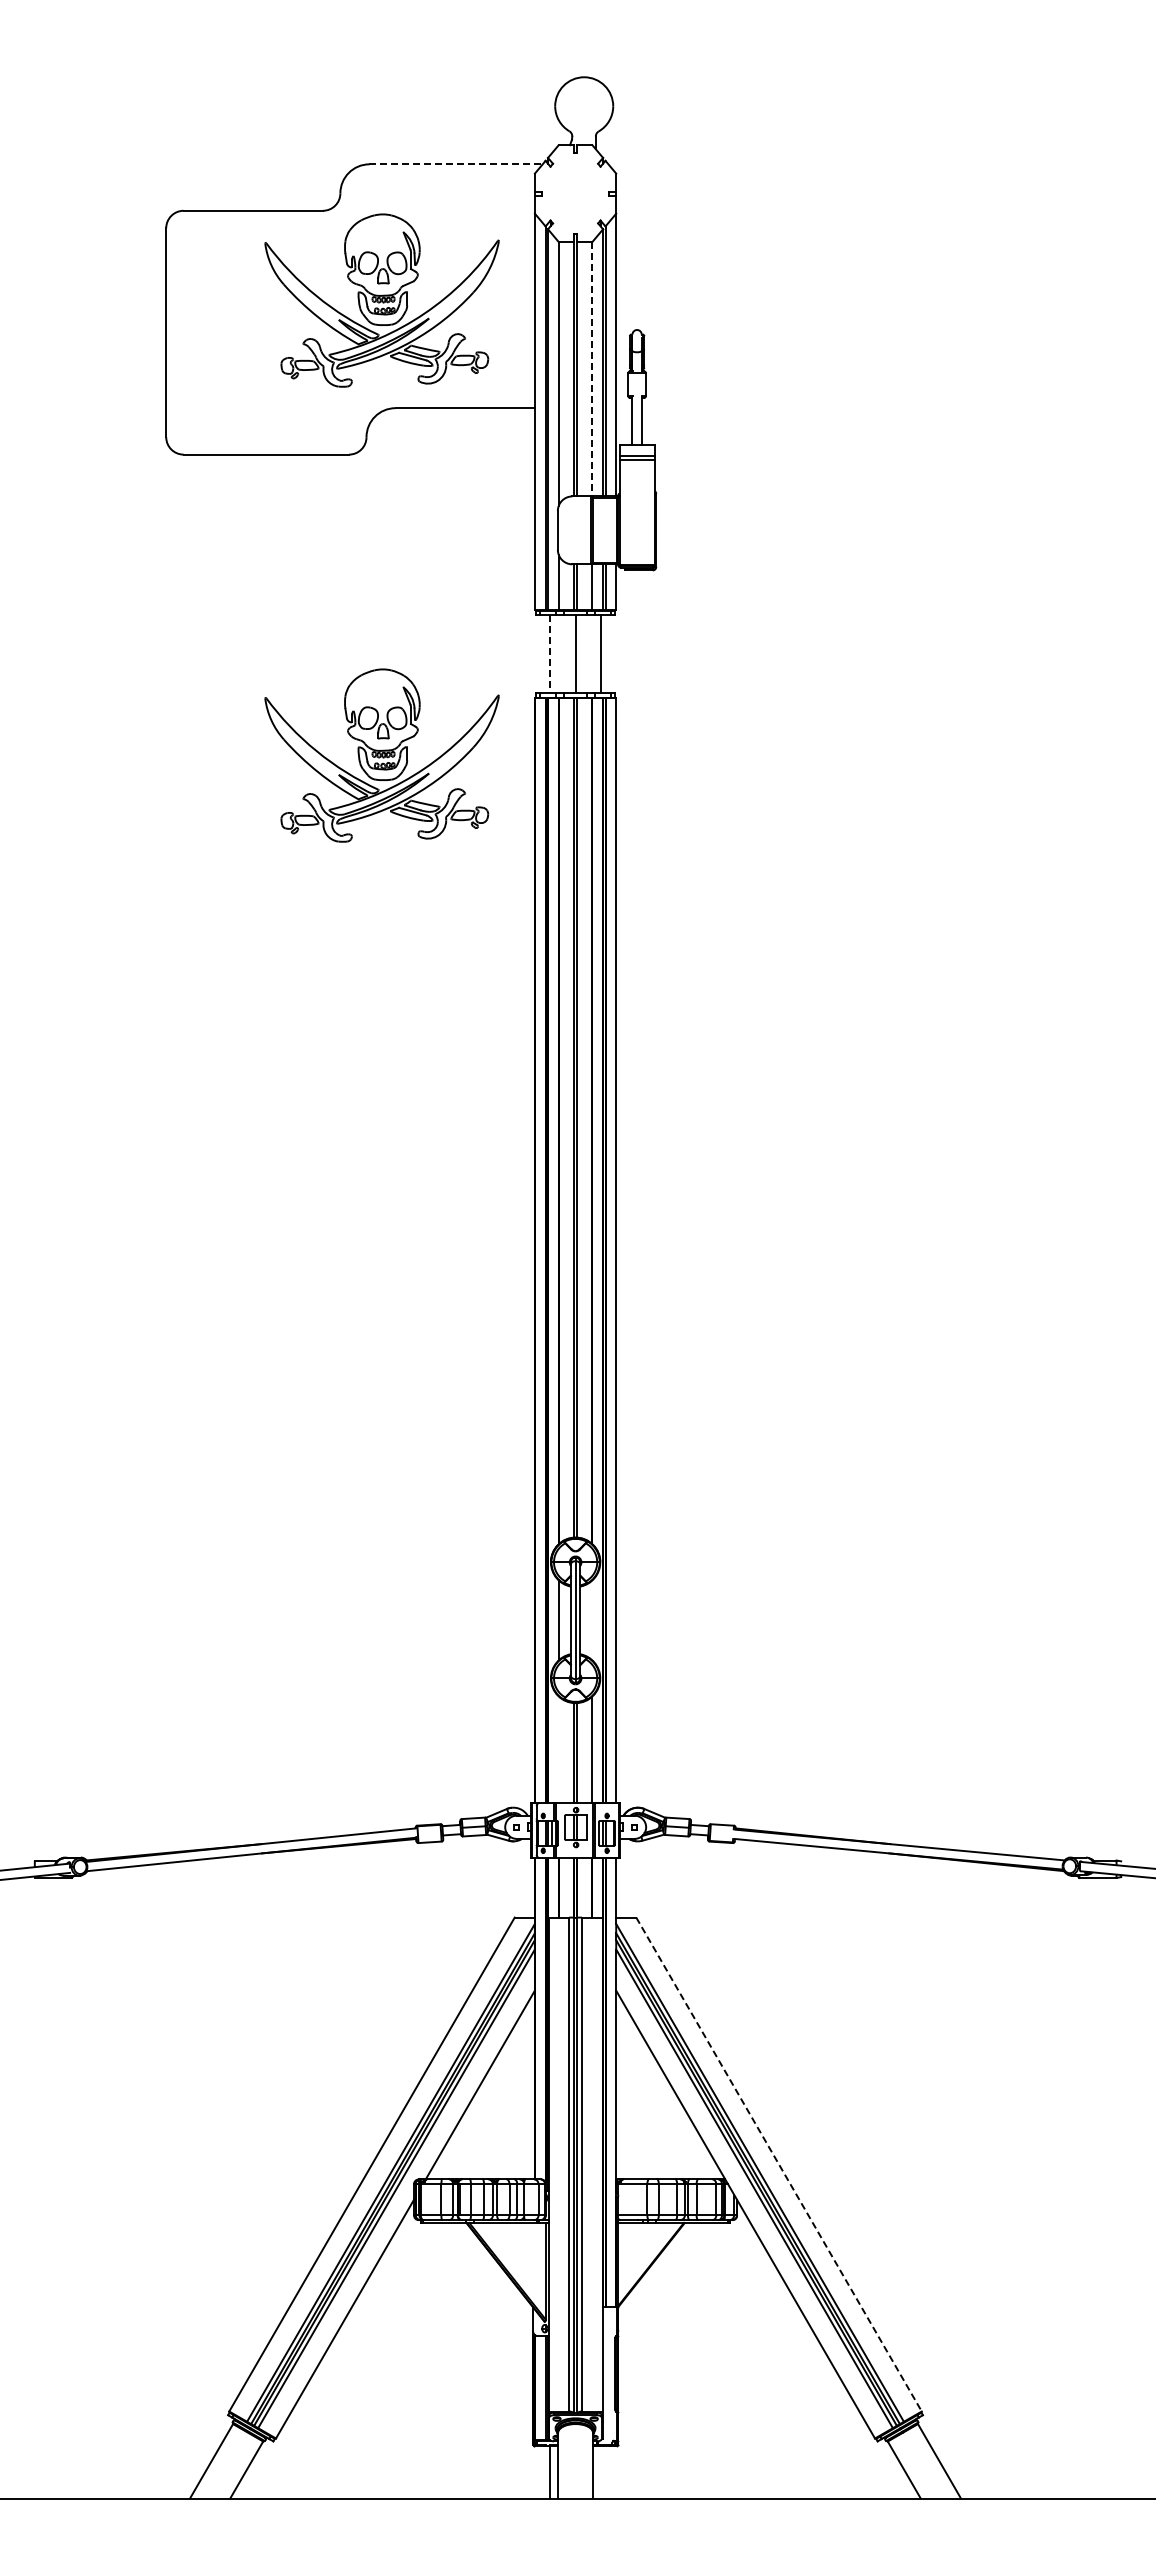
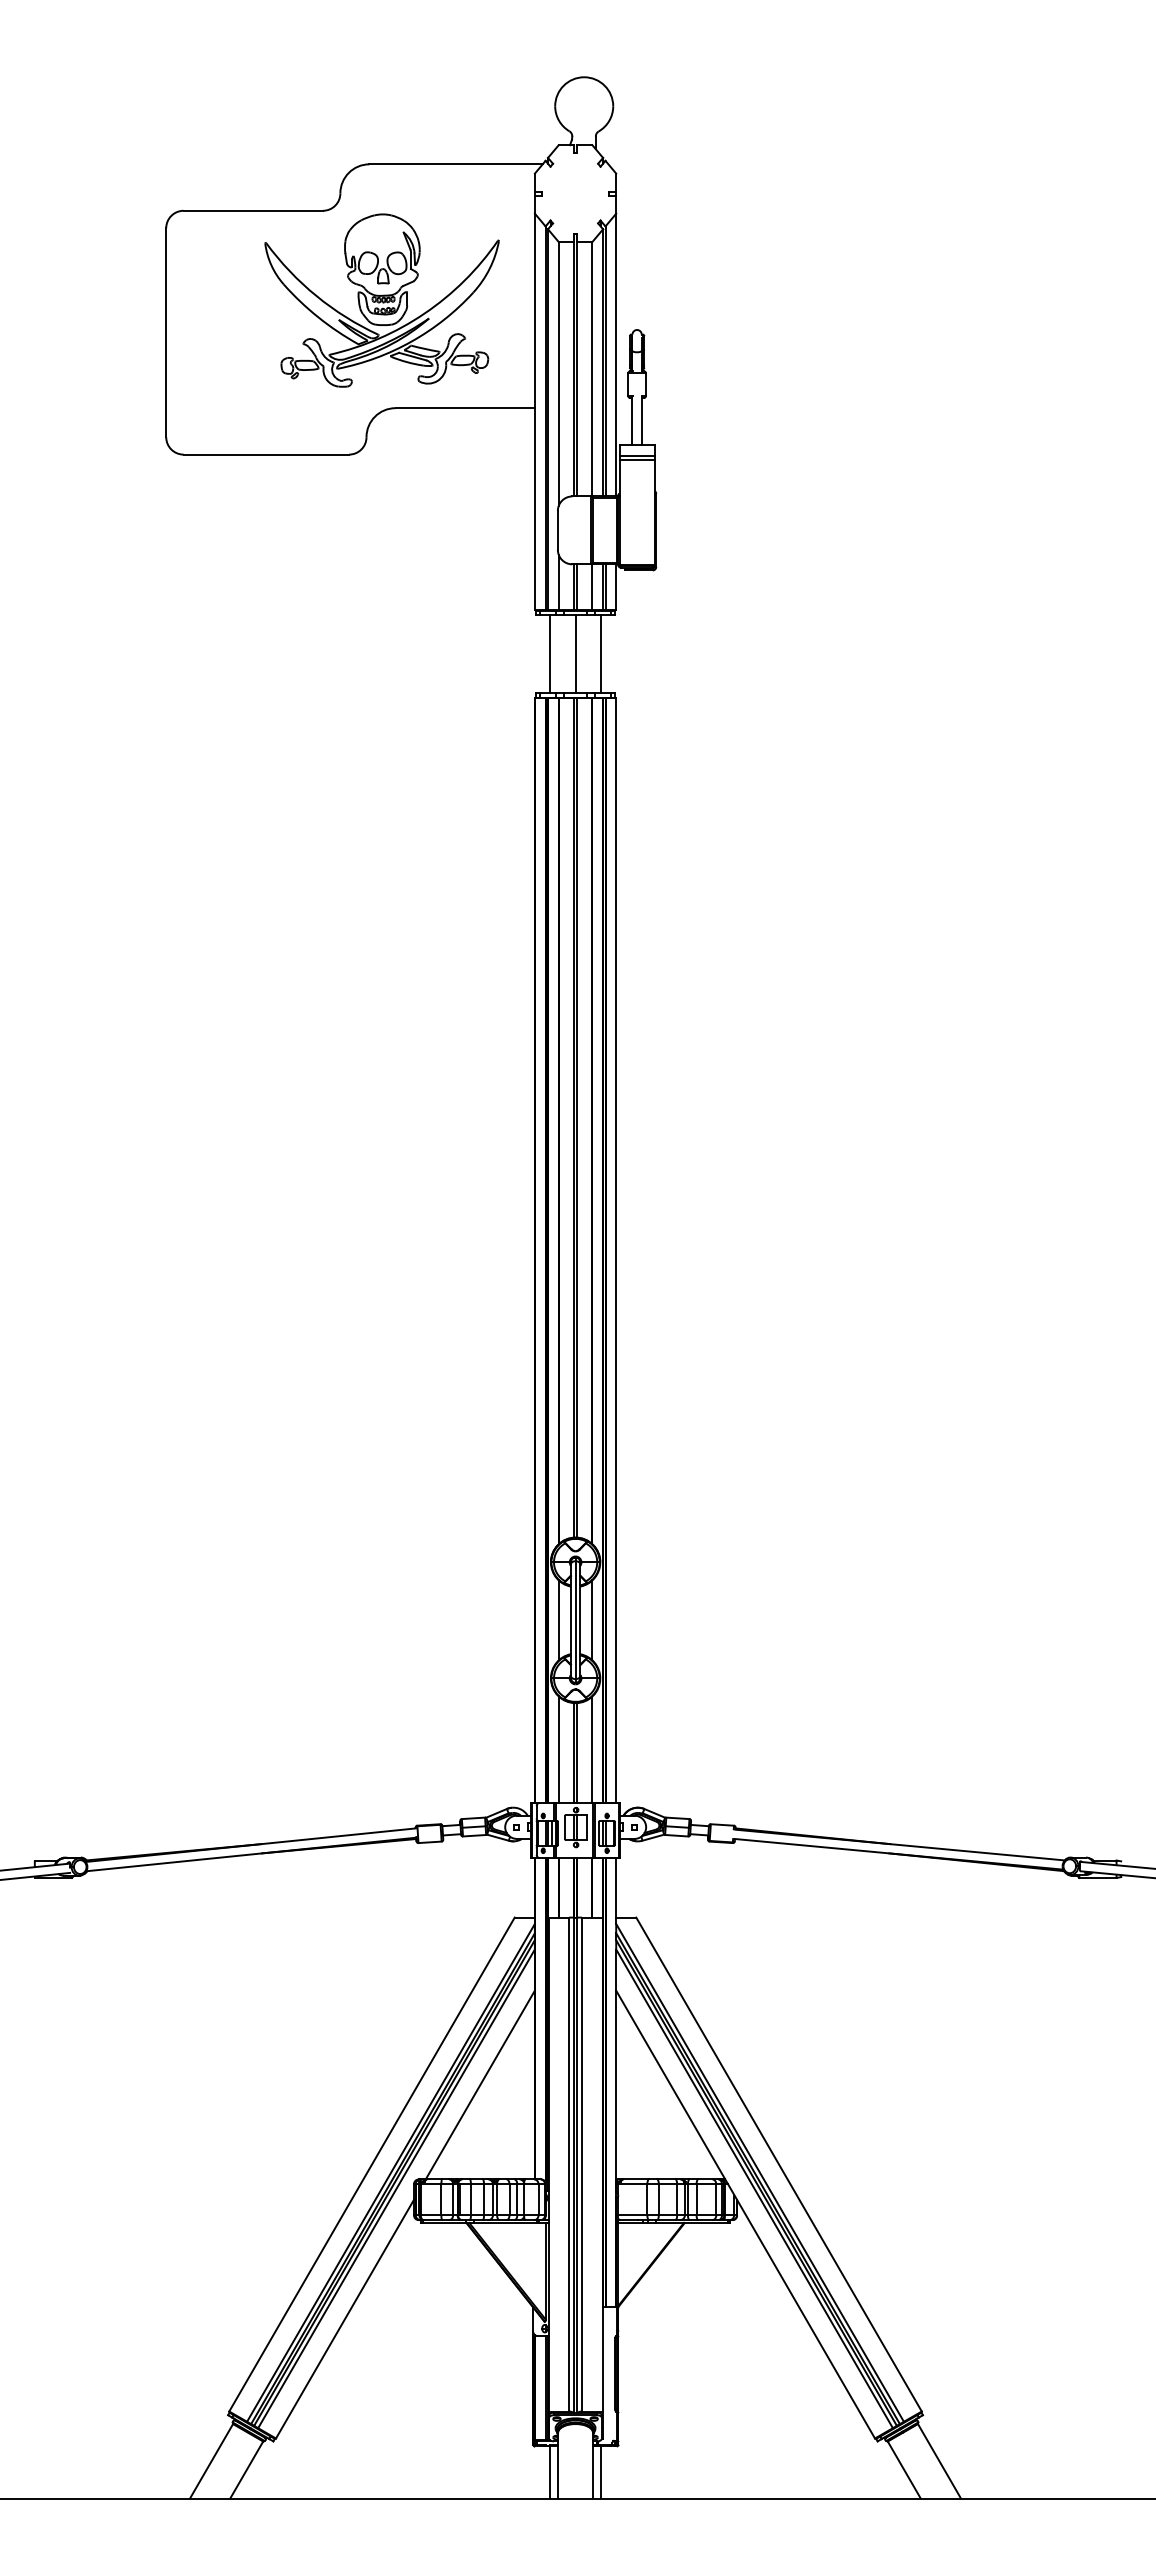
line at (456, 164): dashed -> solid
line at (592, 369): dashed -> solid
line at (549, 654): dashed -> solid
part at (381, 755): present -> none
line at (592, 1620): none -> present
line at (558, 1749): none -> present
line at (779, 2164): dashed -> solid
line at (601, 2472): none -> present
